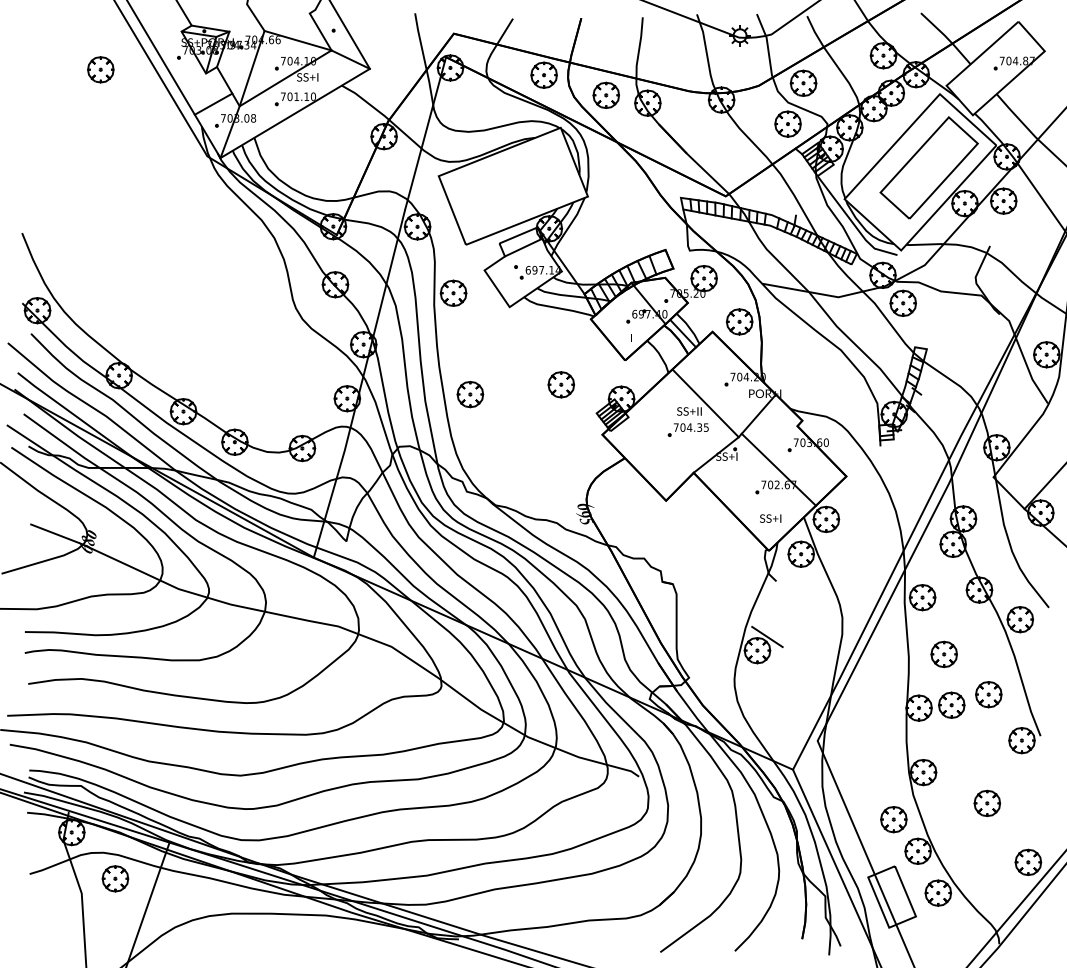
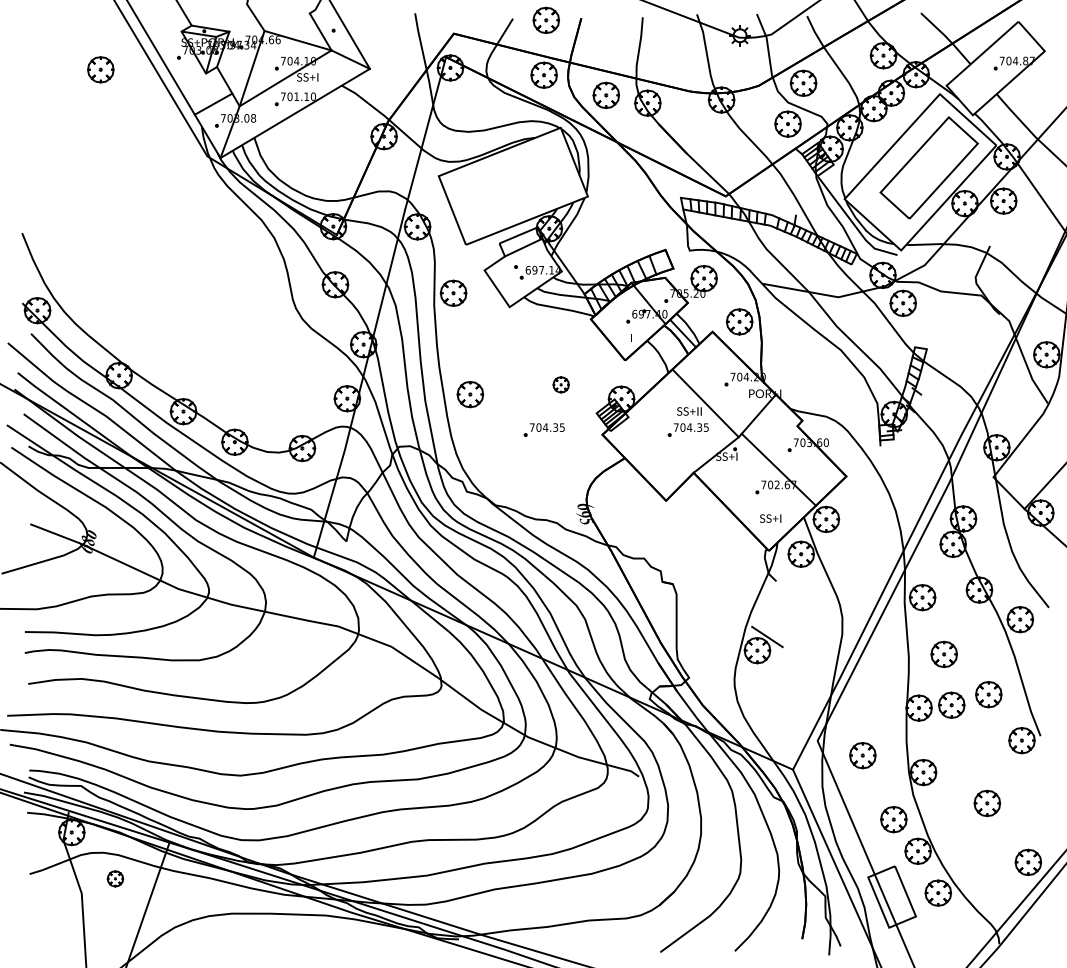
part at (545, 19): none -> present
part at (560, 384) size: 28x28 px -> 18x18 px
part at (543, 429): none -> present
part at (862, 755): none -> present
part at (115, 878) size: 29x28 px -> 19x18 px
